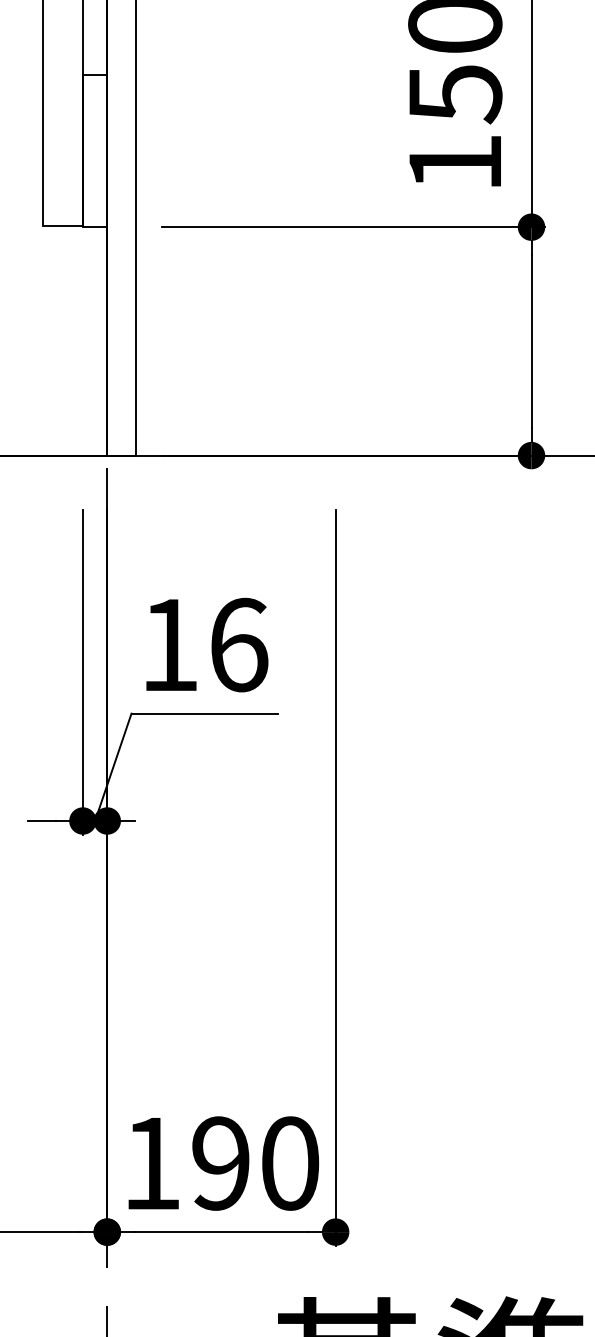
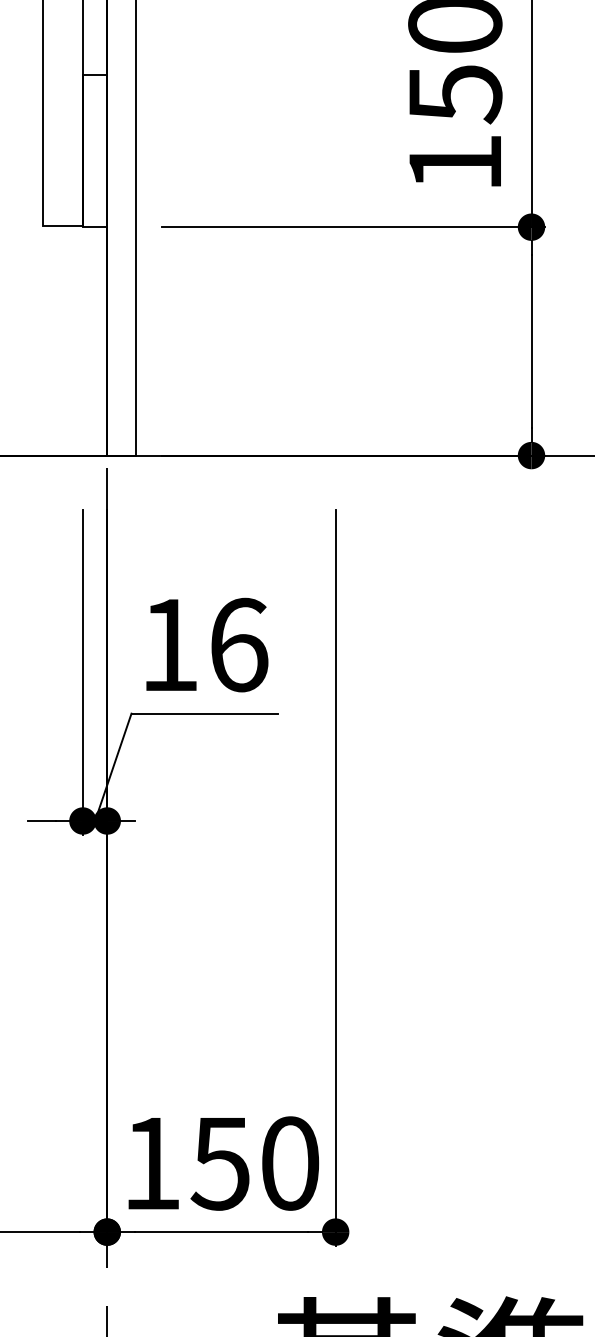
text at (219, 1163): 190 -> 150
